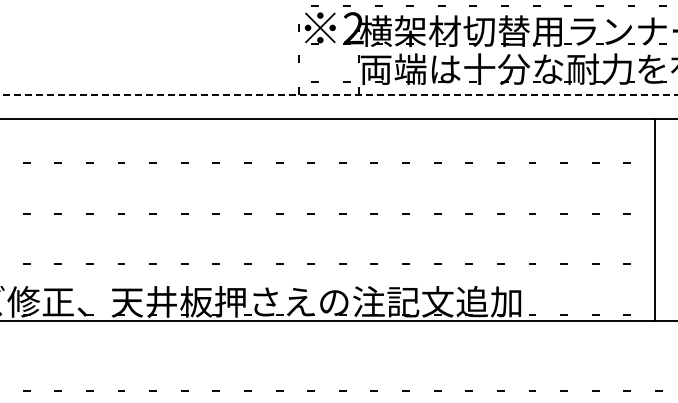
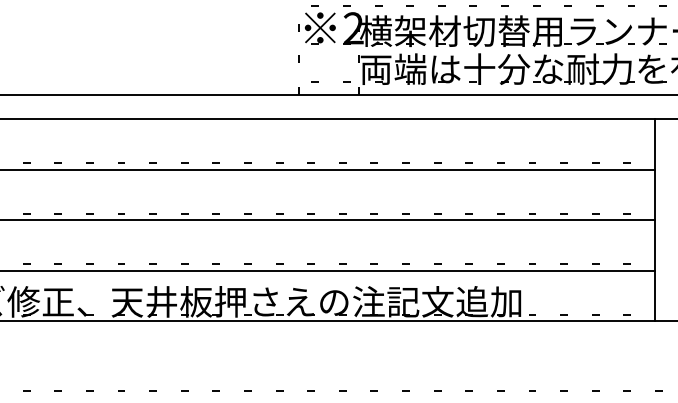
line at (339, 94): dashed -> solid
line at (328, 169): none -> present
line at (328, 220): none -> present
line at (328, 270): none -> present
